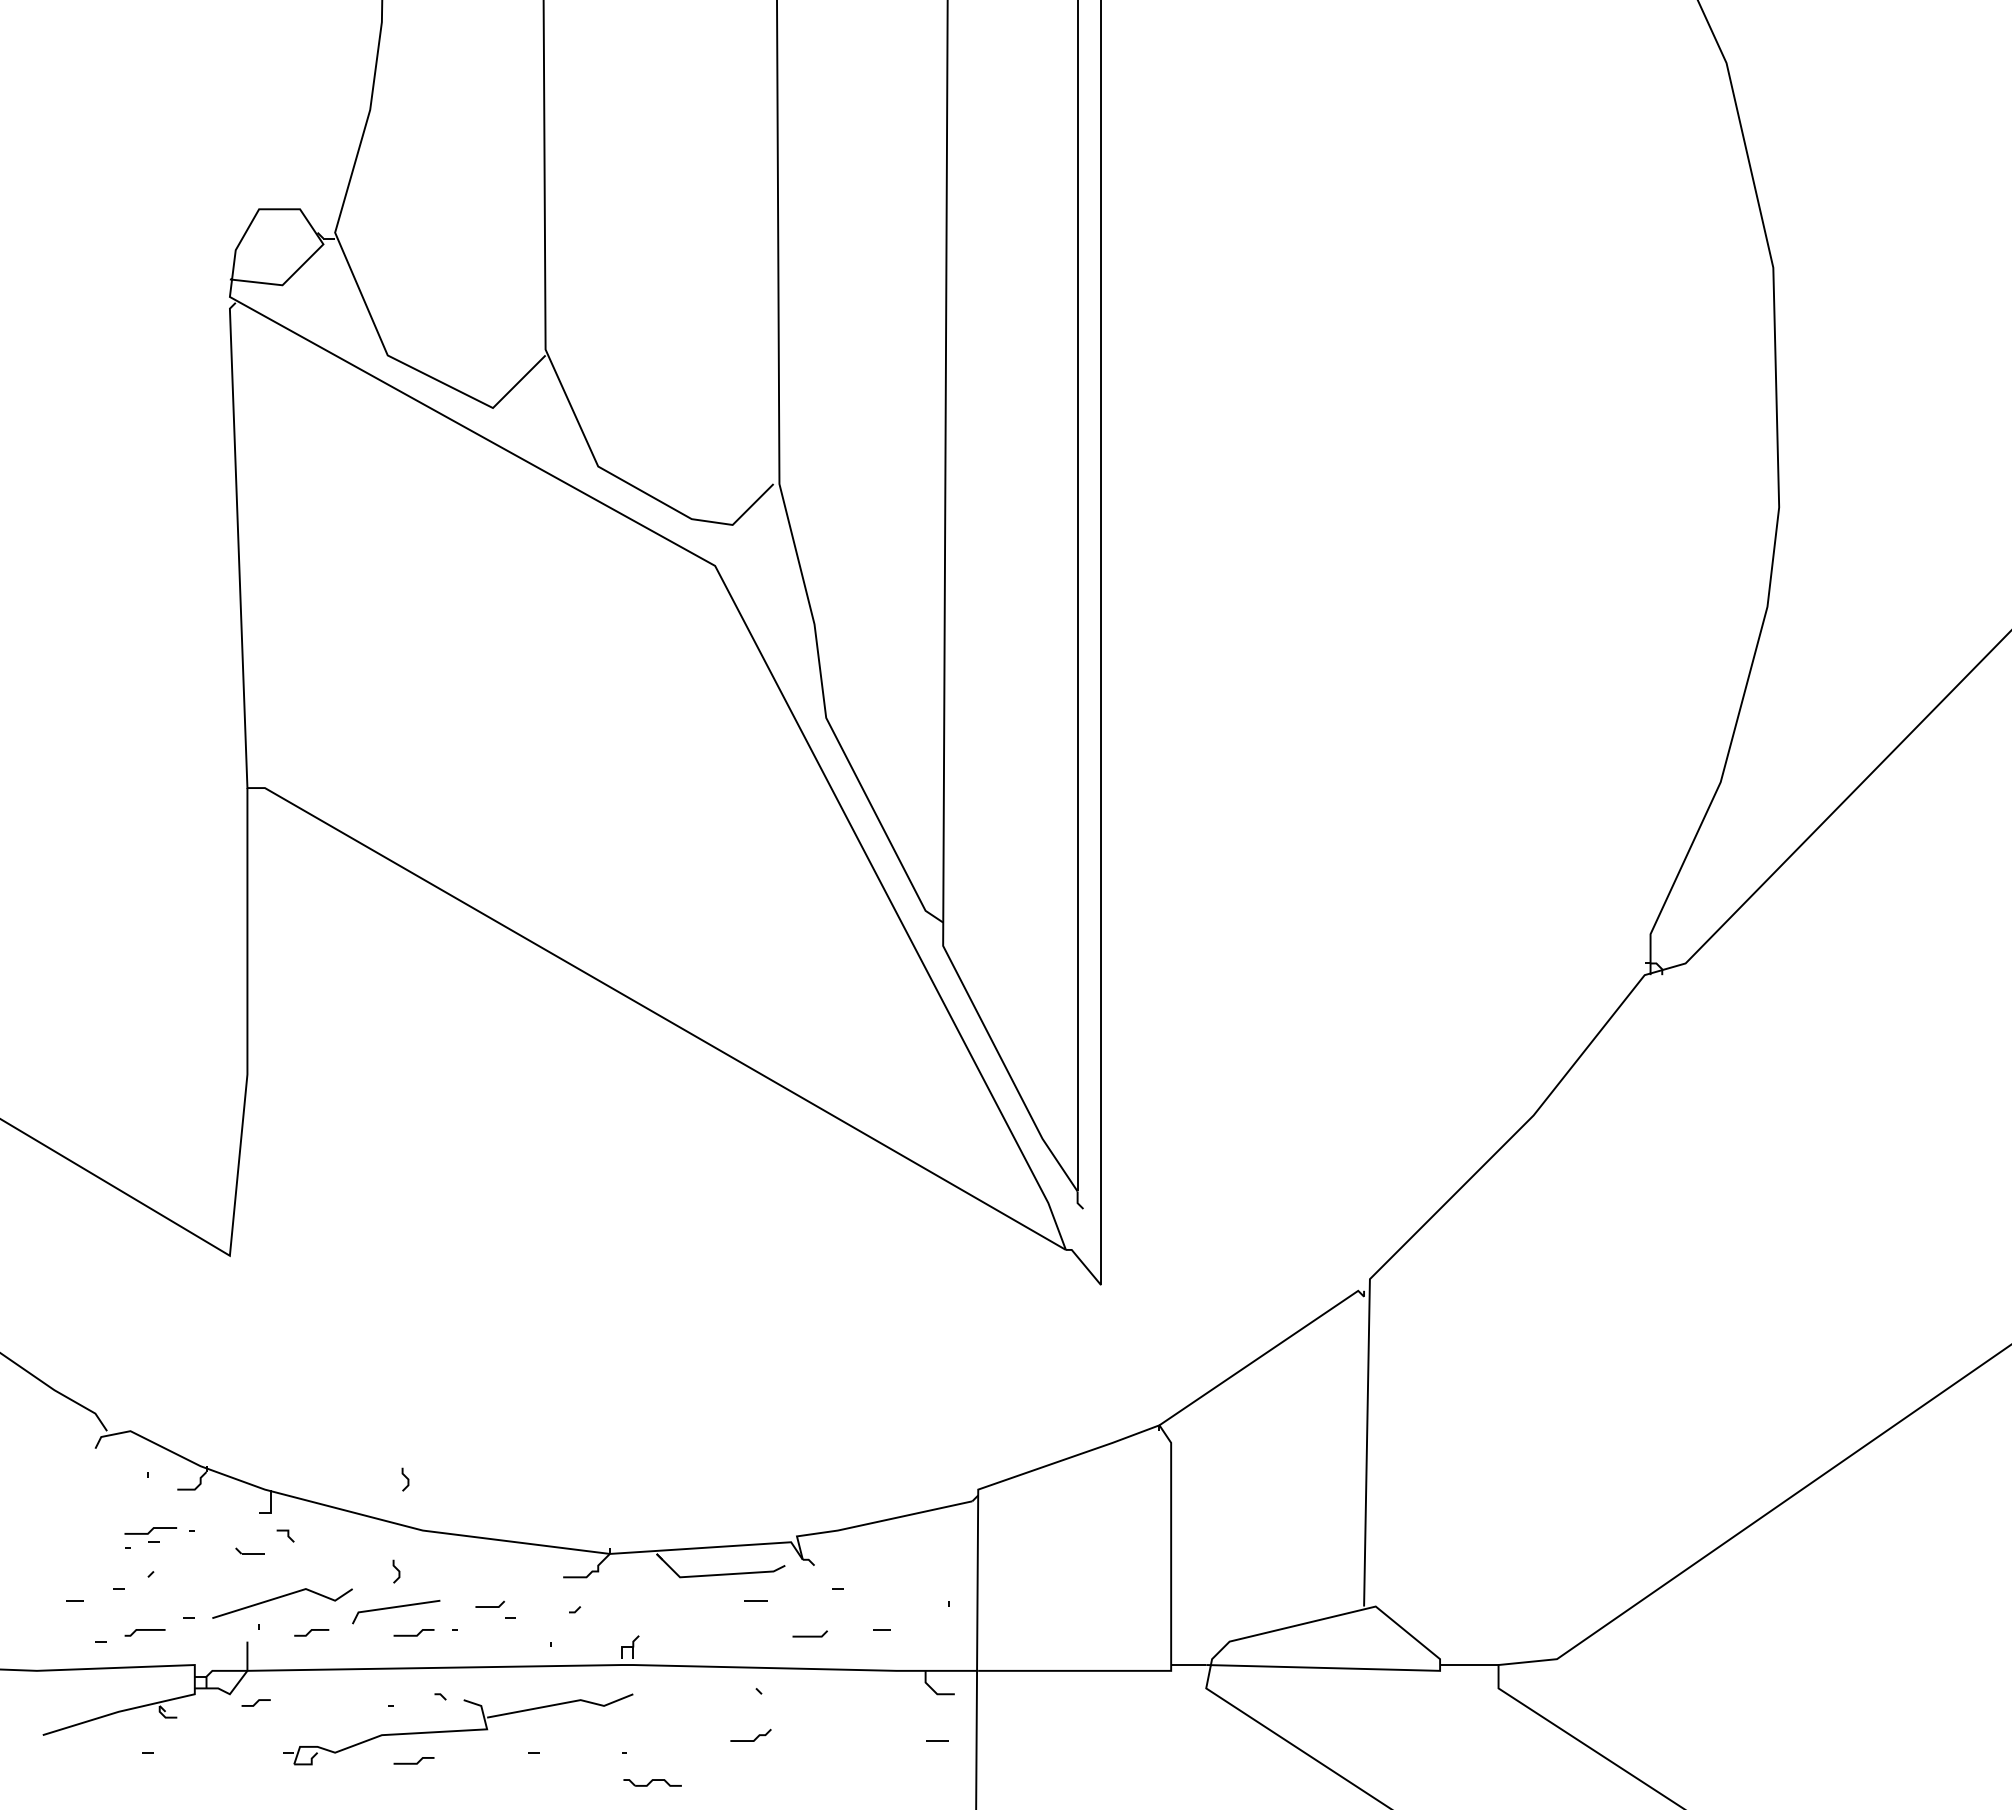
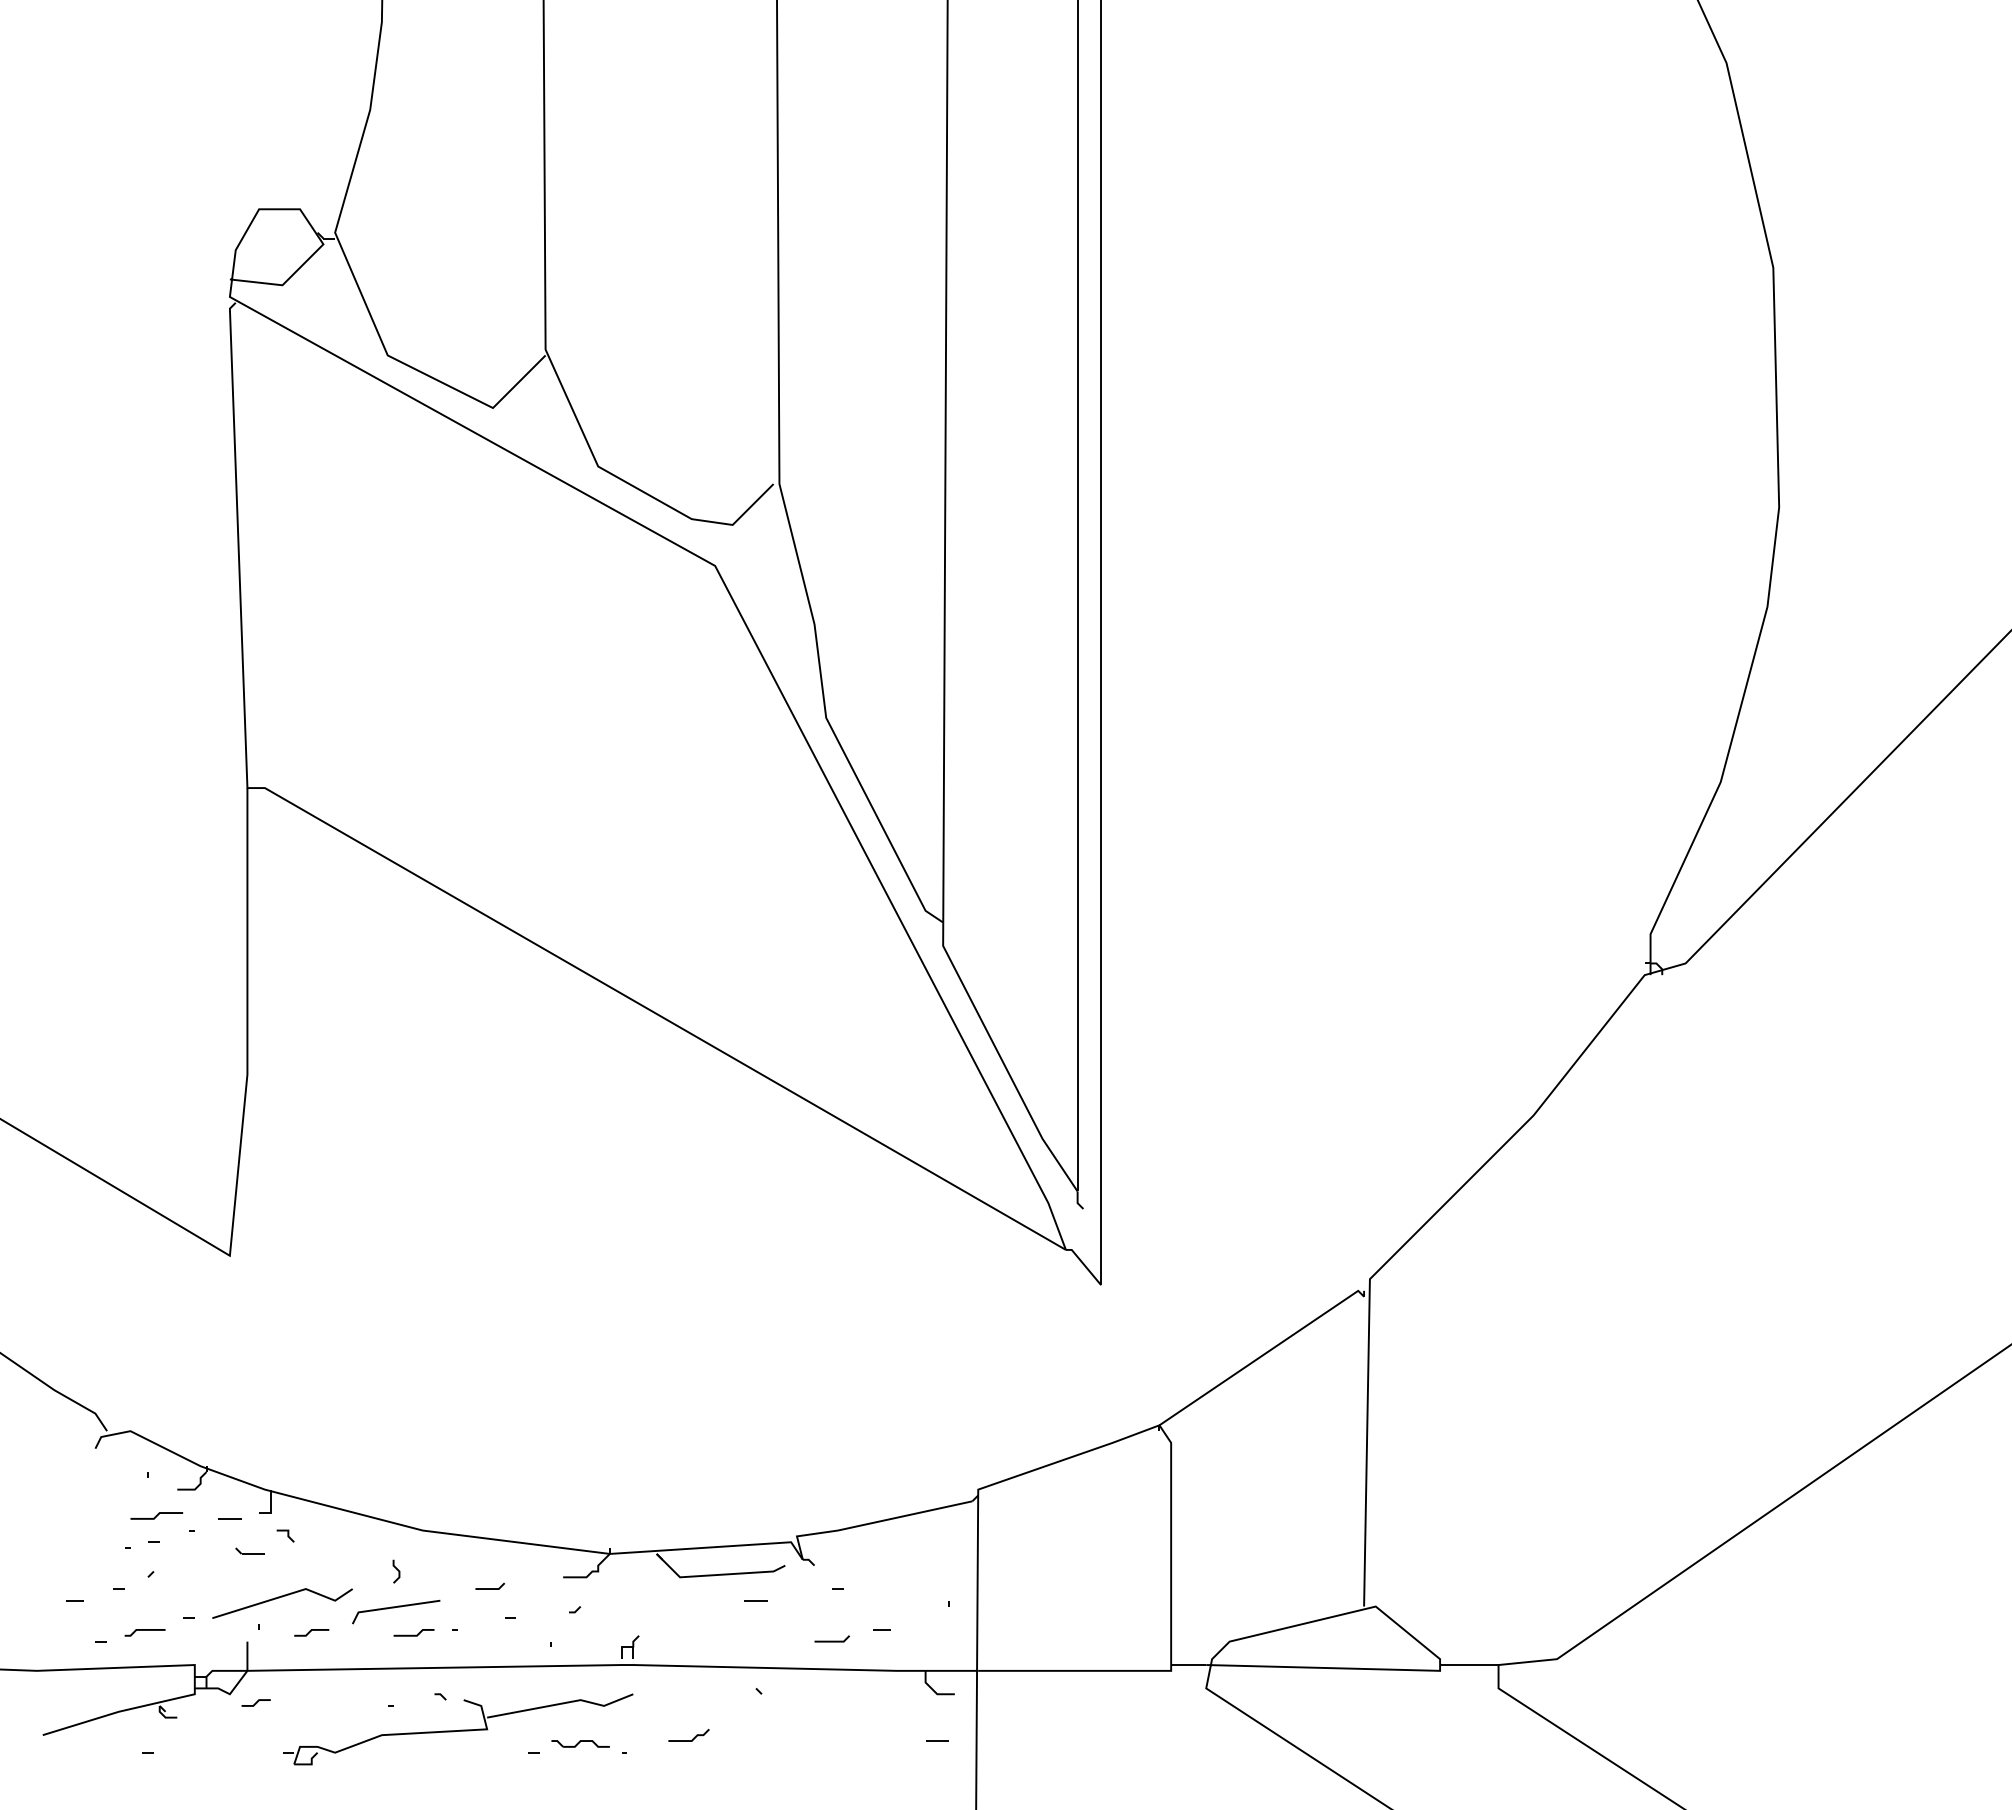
line at (406, 1478): present -> none
line at (229, 1518): none -> present
line at (150, 1530) position: (150, 1530) -> (156, 1515)
line at (489, 1606) position: (489, 1606) -> (489, 1588)
line at (809, 1635) position: (809, 1635) -> (831, 1640)
line at (754, 1738) position: (754, 1738) -> (692, 1738)
line at (413, 1762): present -> none
part at (652, 1782) position: (652, 1782) -> (580, 1743)
